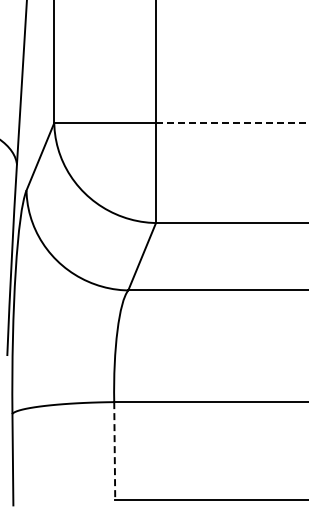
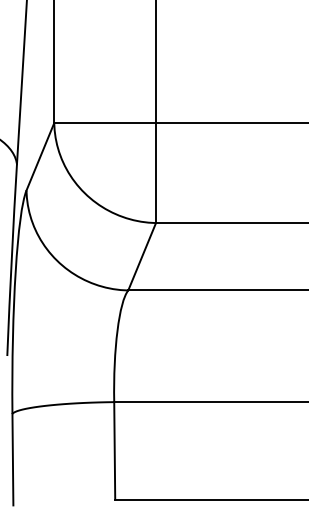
line at (232, 123): dashed -> solid
line at (114, 450): dashed -> solid
